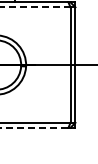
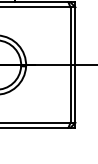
line at (35, 7): dashed -> solid
line at (34, 127): dashed -> solid
